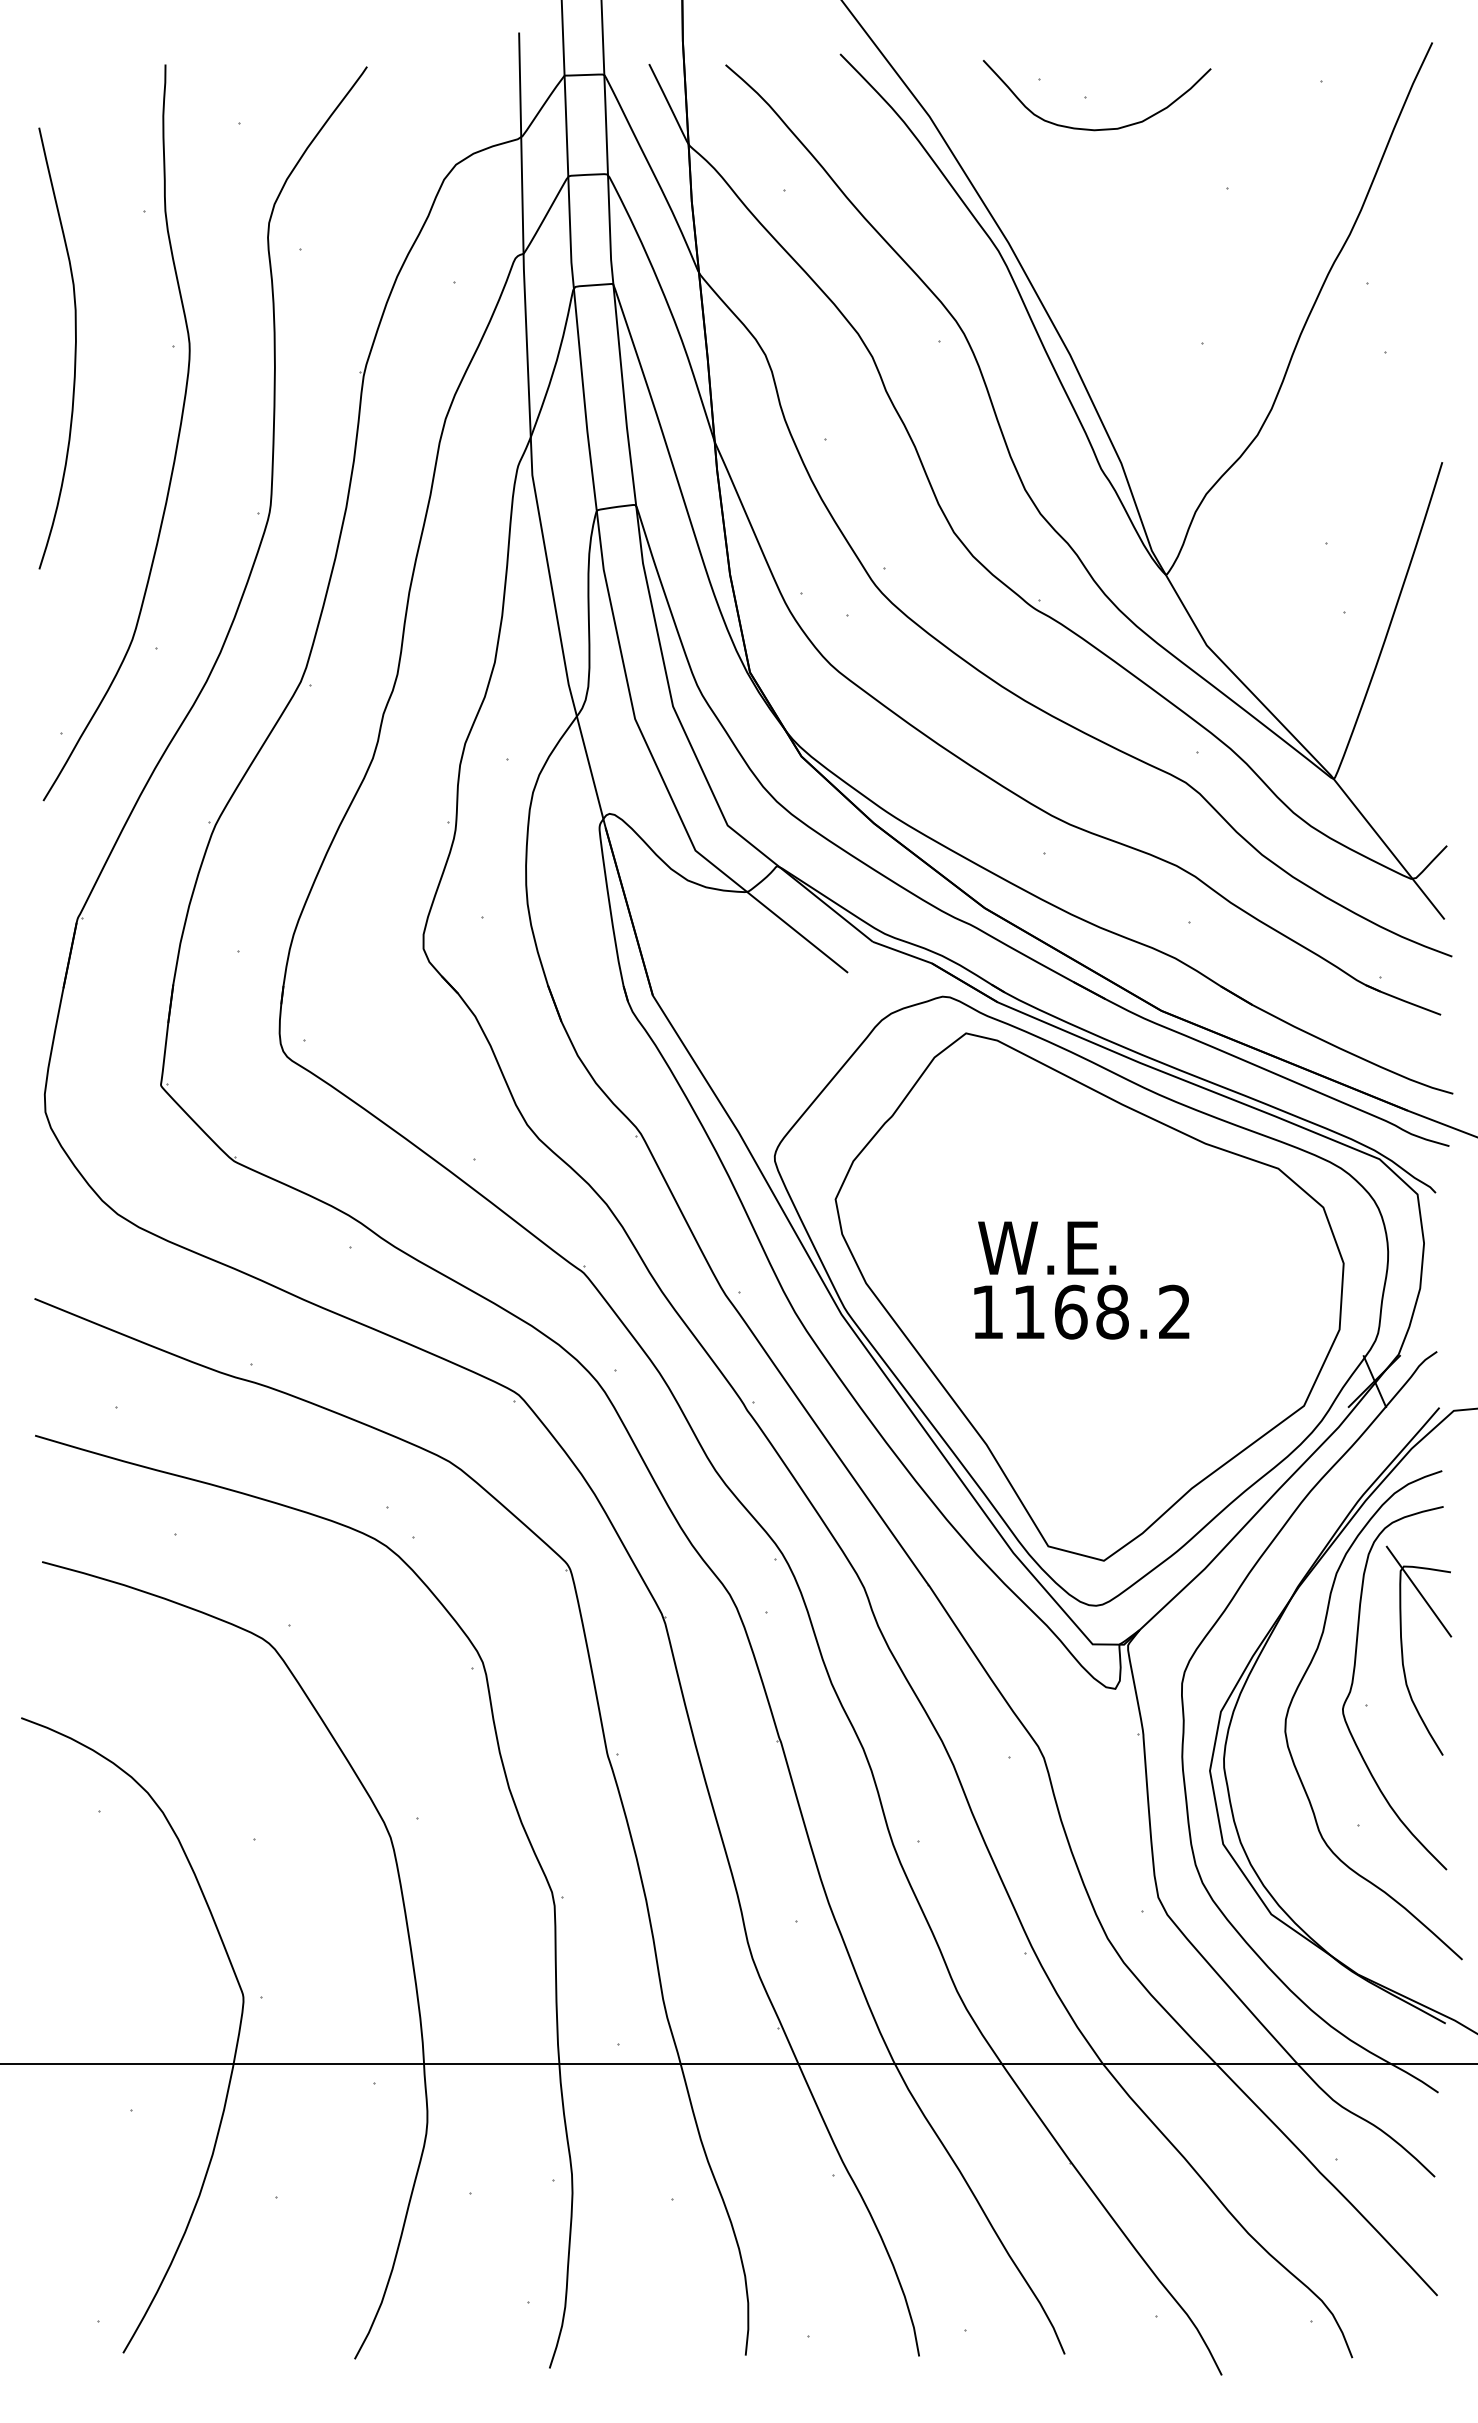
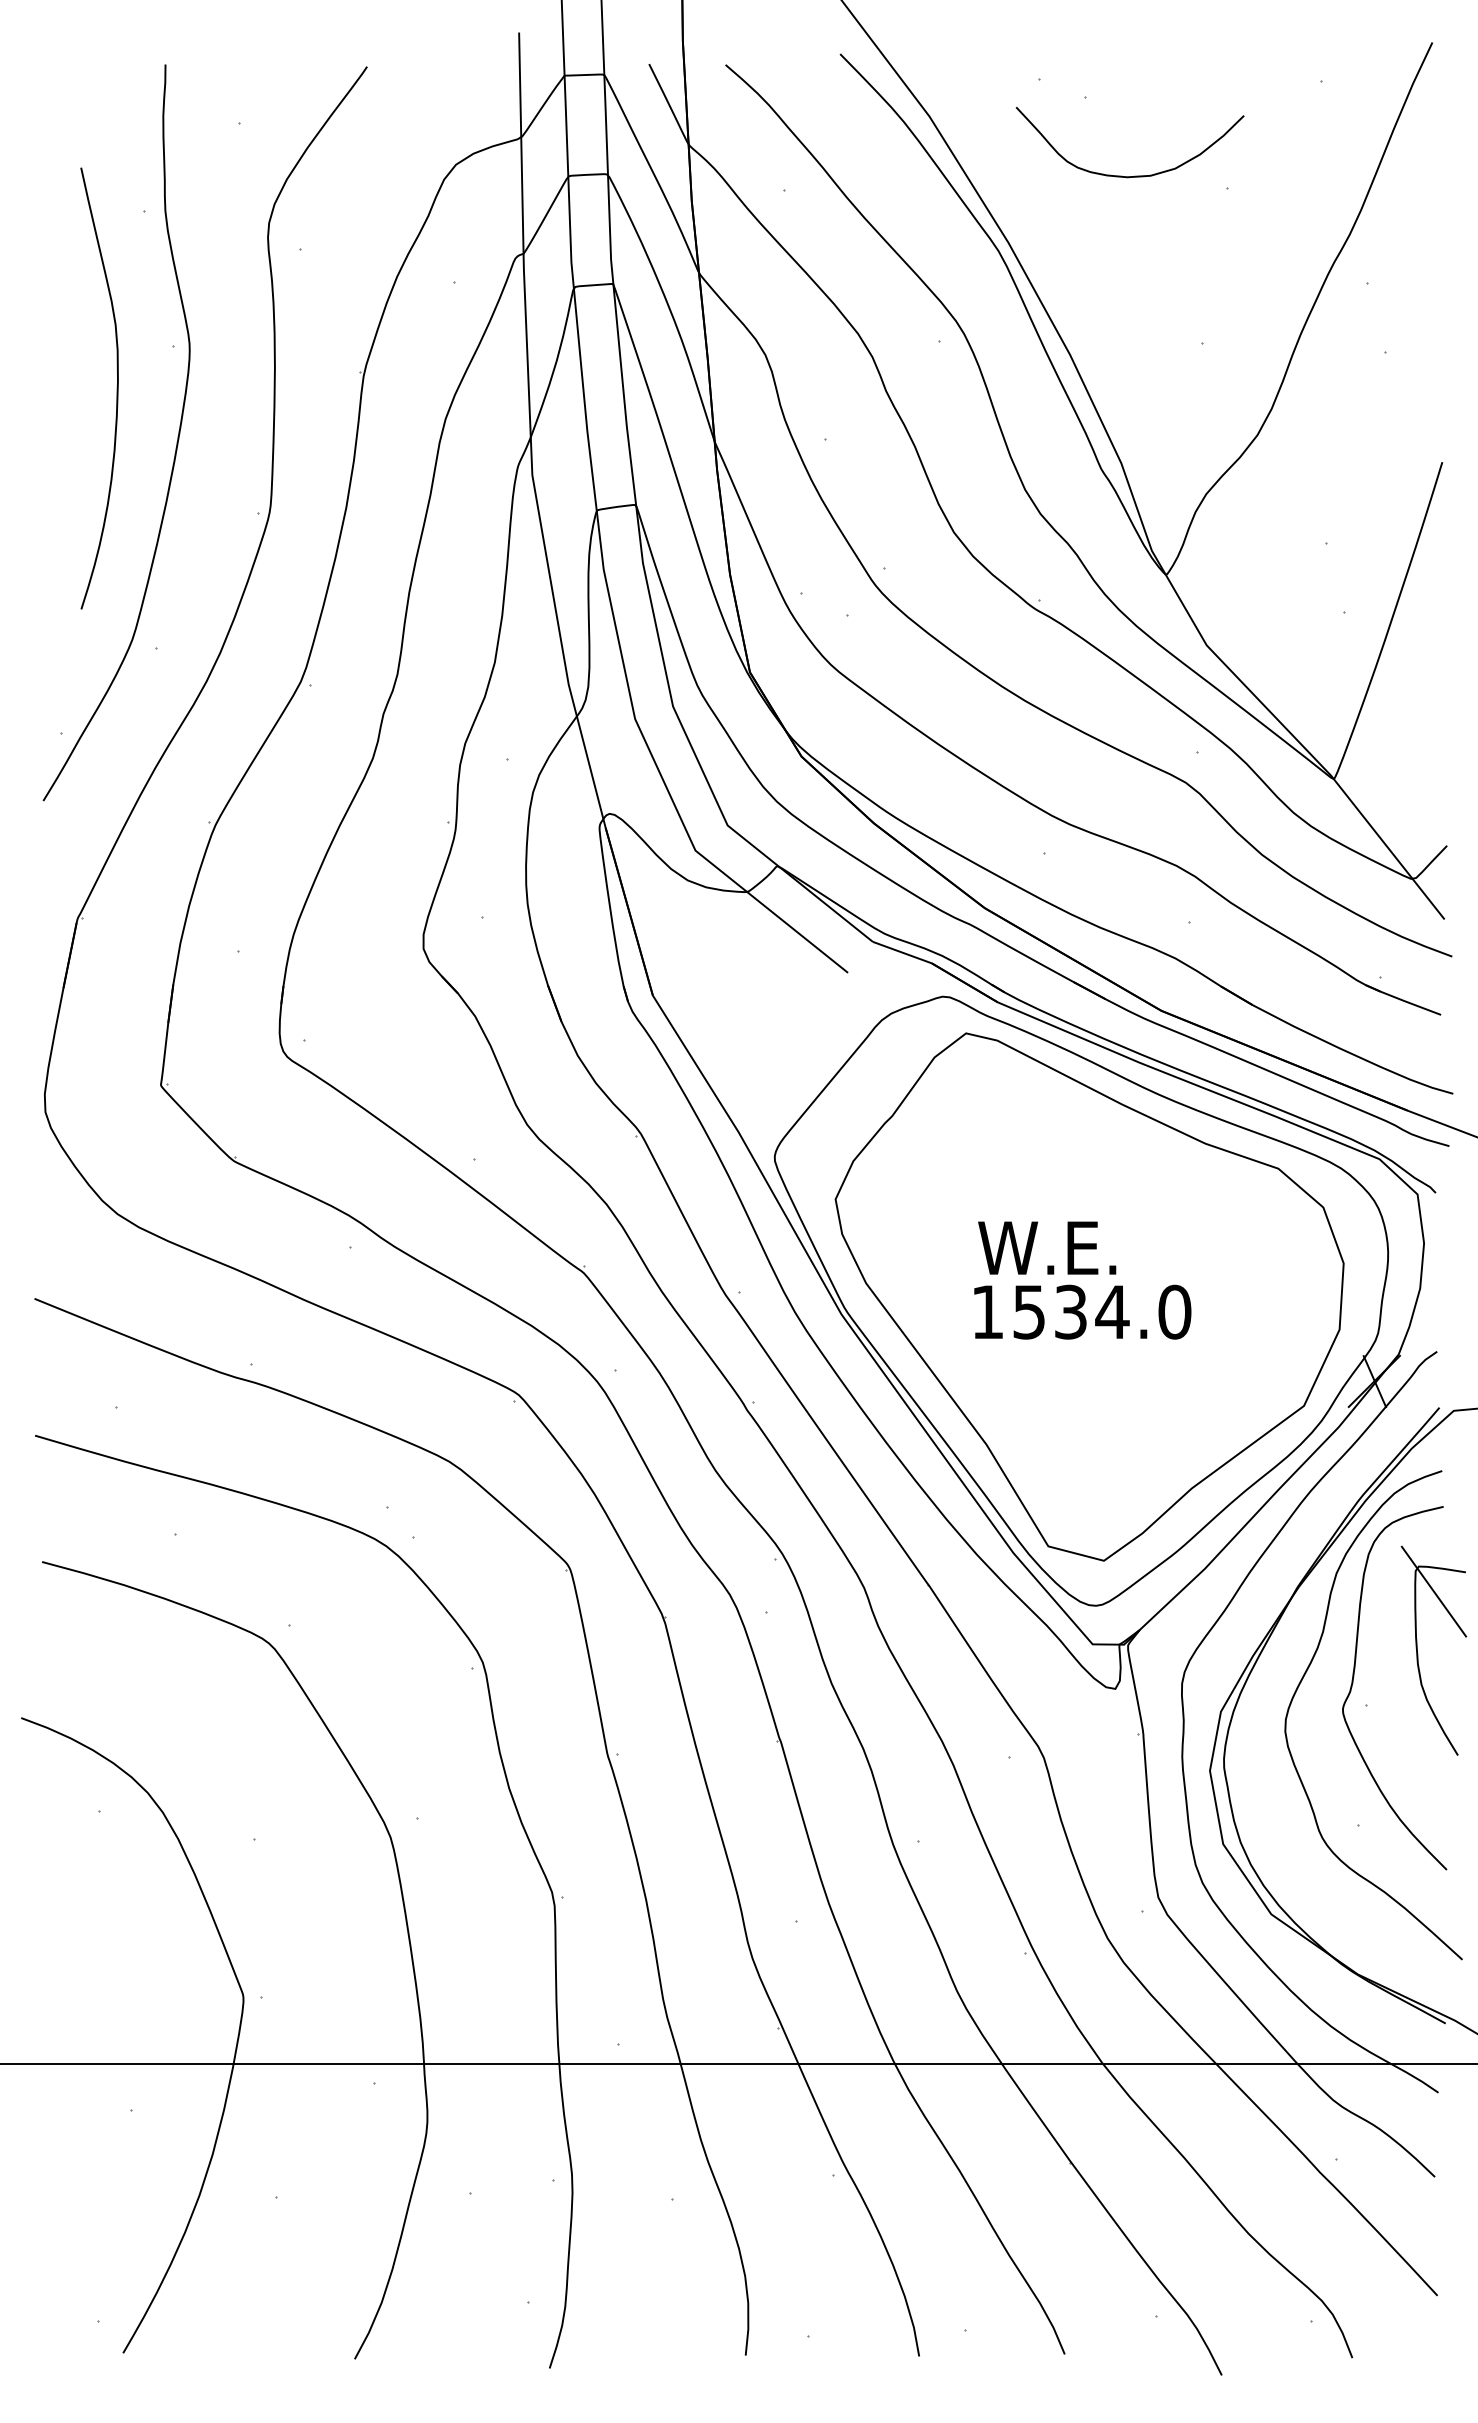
curve at (1101, 128) position: (1101, 128) -> (1134, 175)
curve at (74, 348) position: (74, 348) -> (116, 388)
text at (1102, 1311): 1168.2 -> 1534.0
part at (1403, 1653) position: (1403, 1653) -> (1418, 1653)
